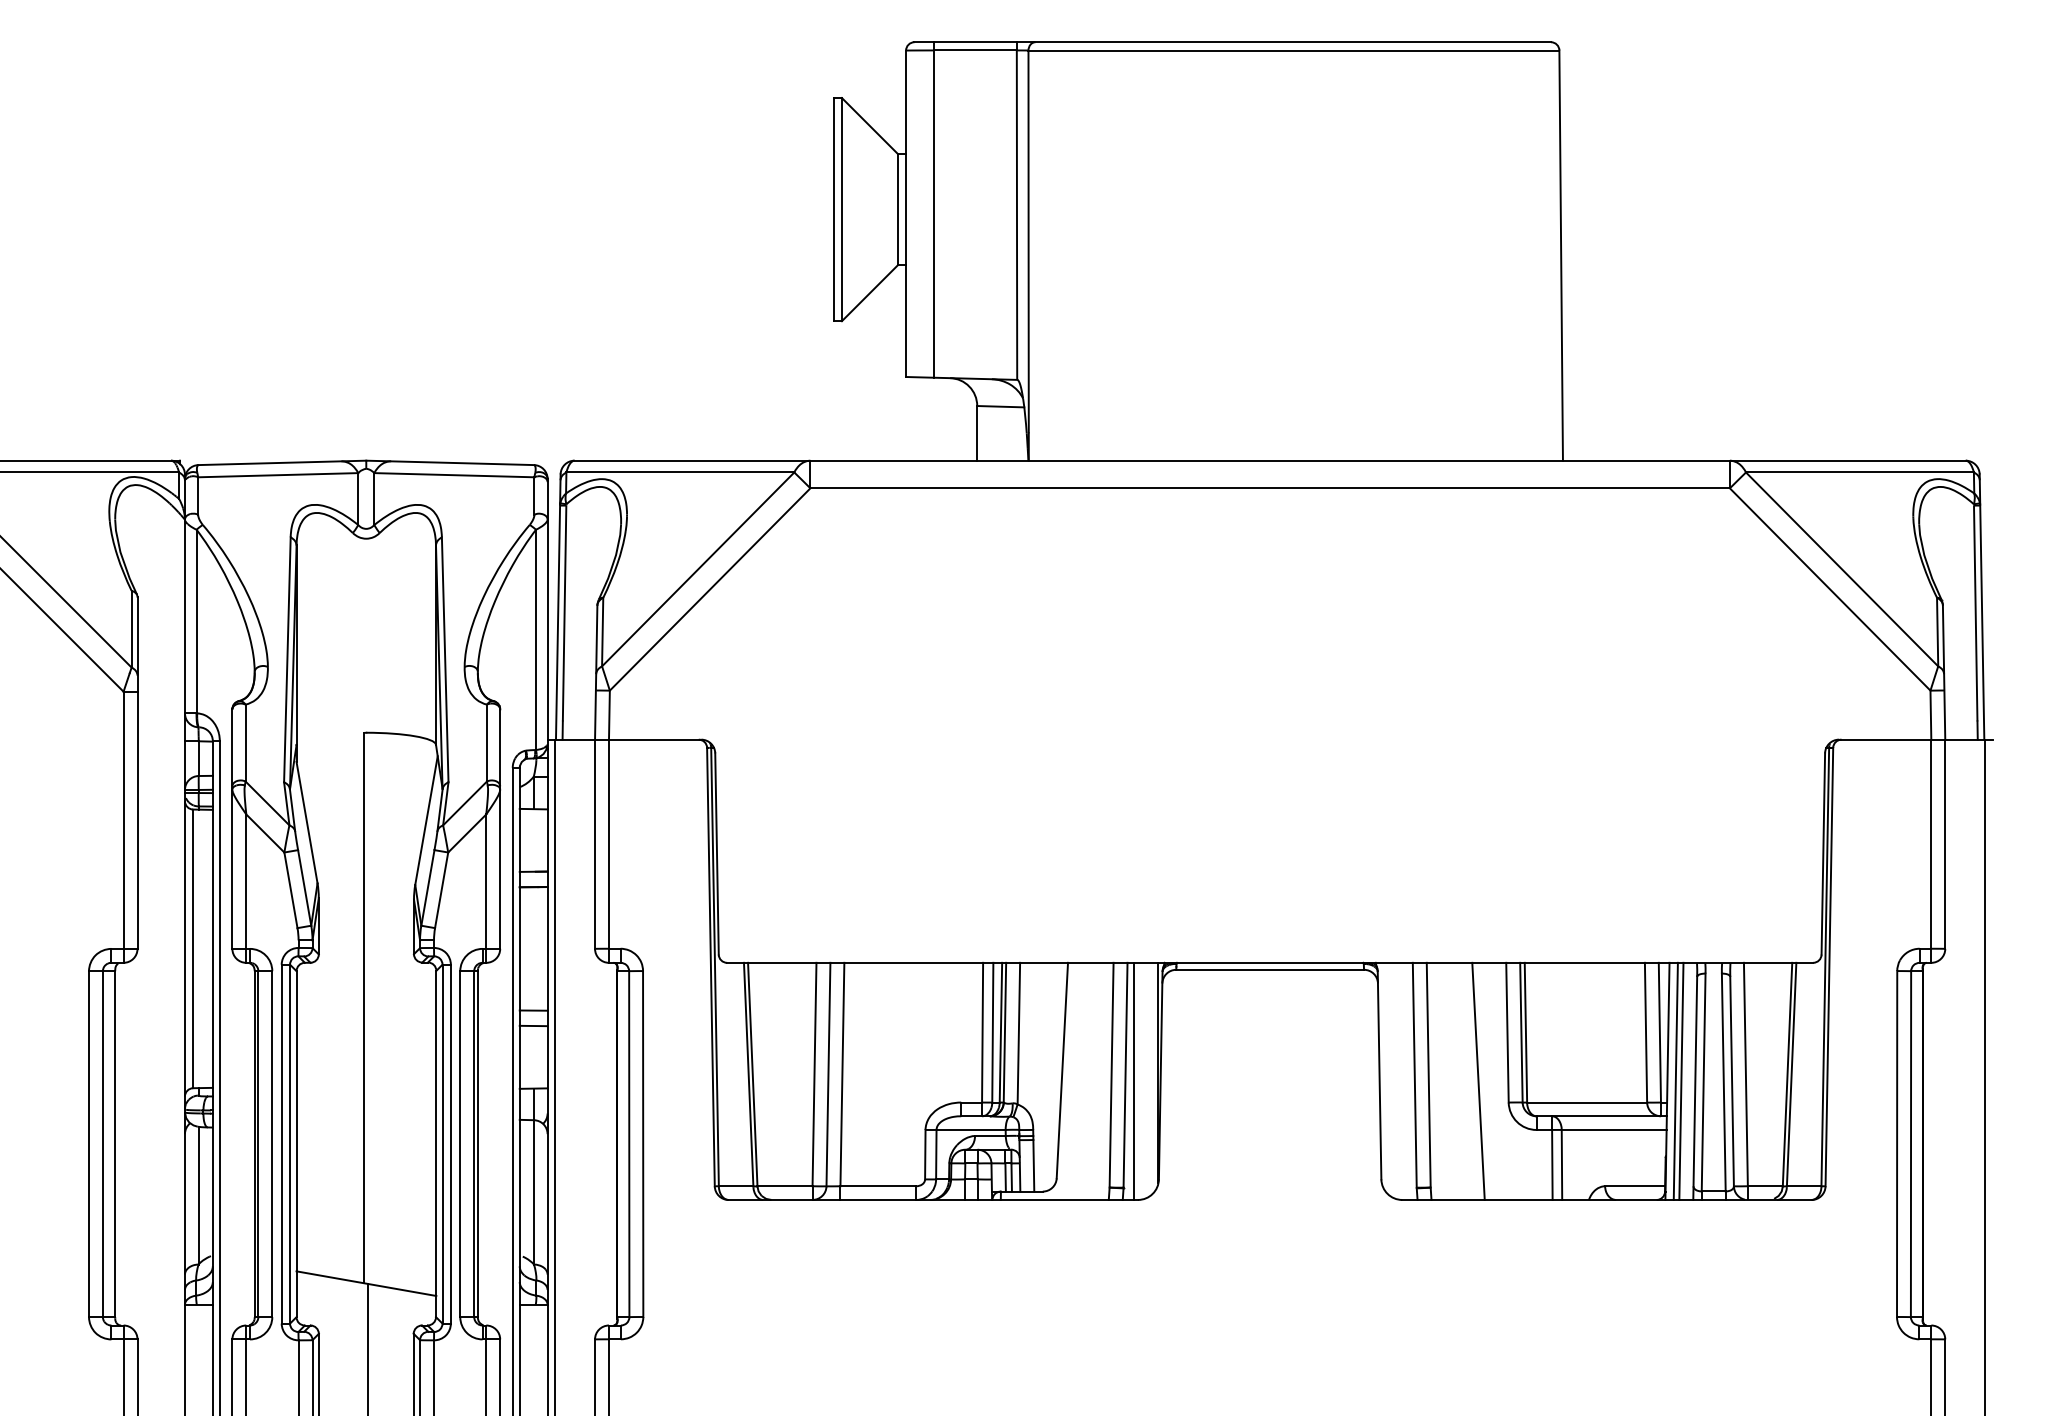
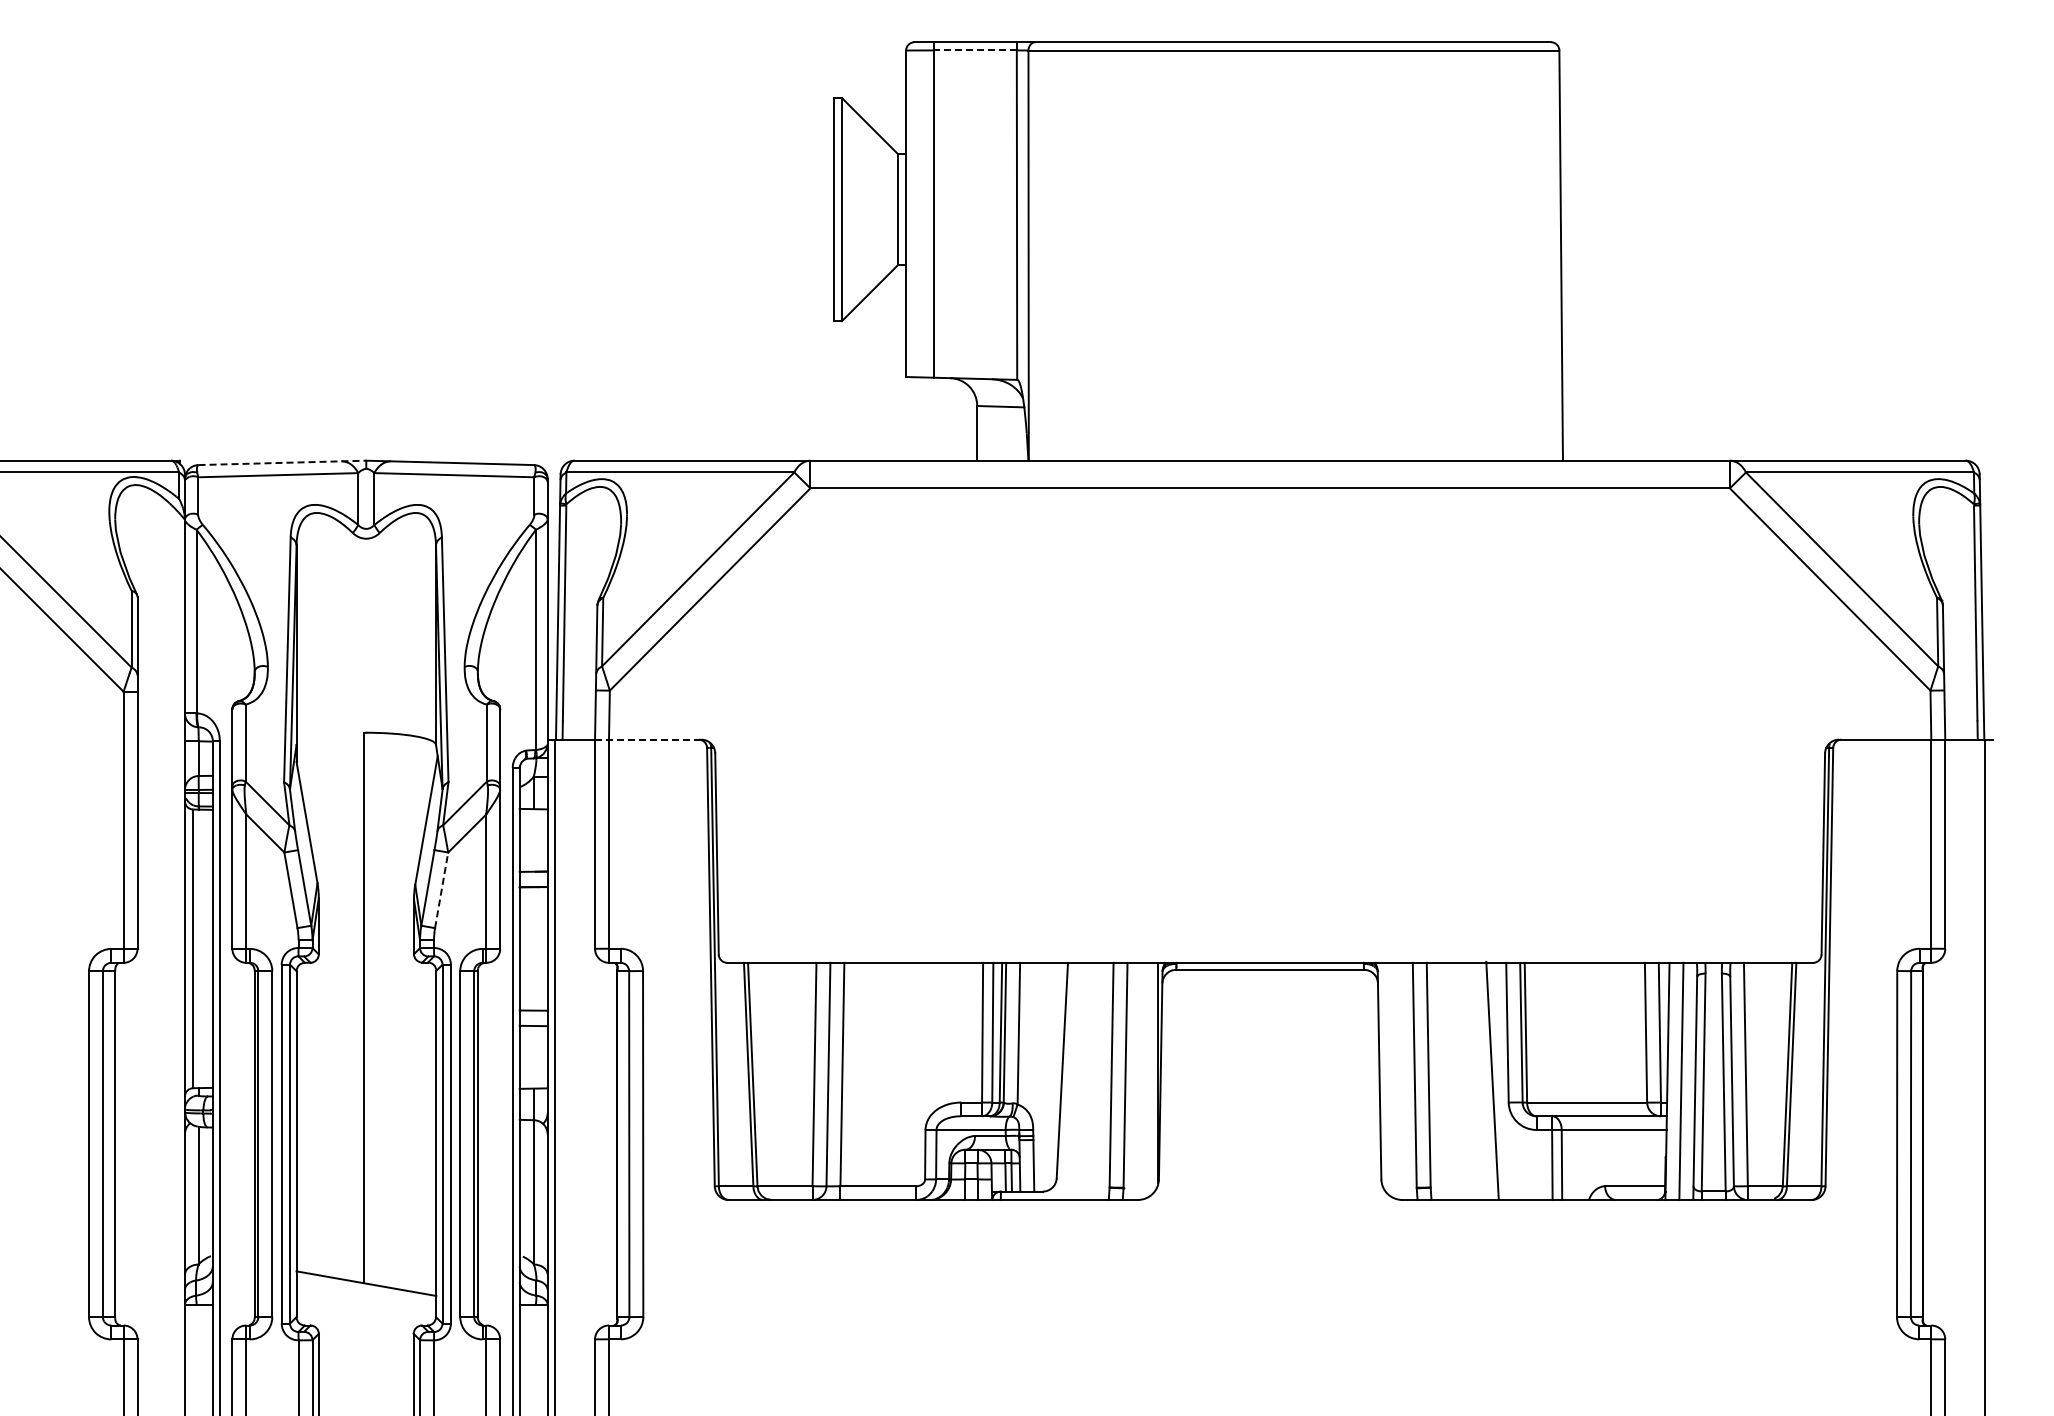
line at (974, 50): solid -> dashed
line at (282, 462): solid -> dashed
line at (648, 739): solid -> dashed
line at (441, 889): solid -> dashed
line at (1134, 1080): present -> none
line at (1478, 1080) position: (1478, 1080) -> (1492, 1079)
line at (1675, 1080): present -> none
line at (368, 1347): present -> none
